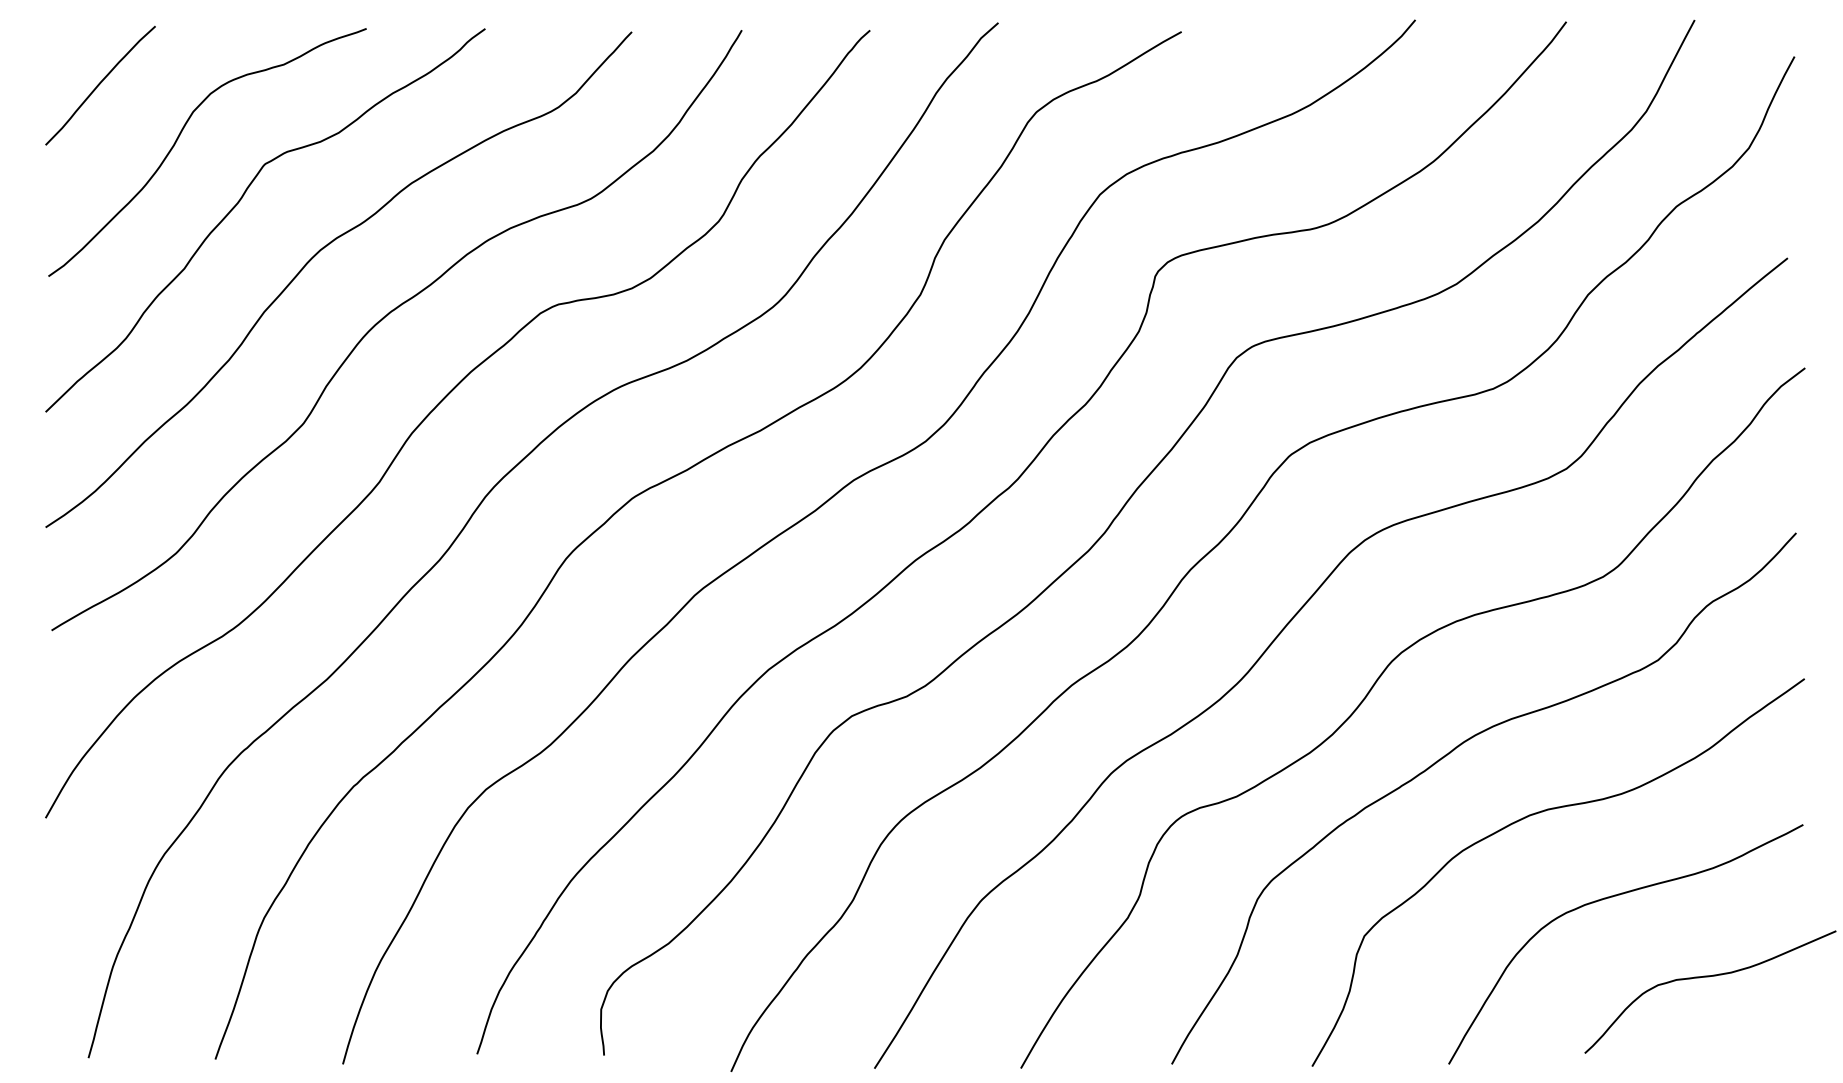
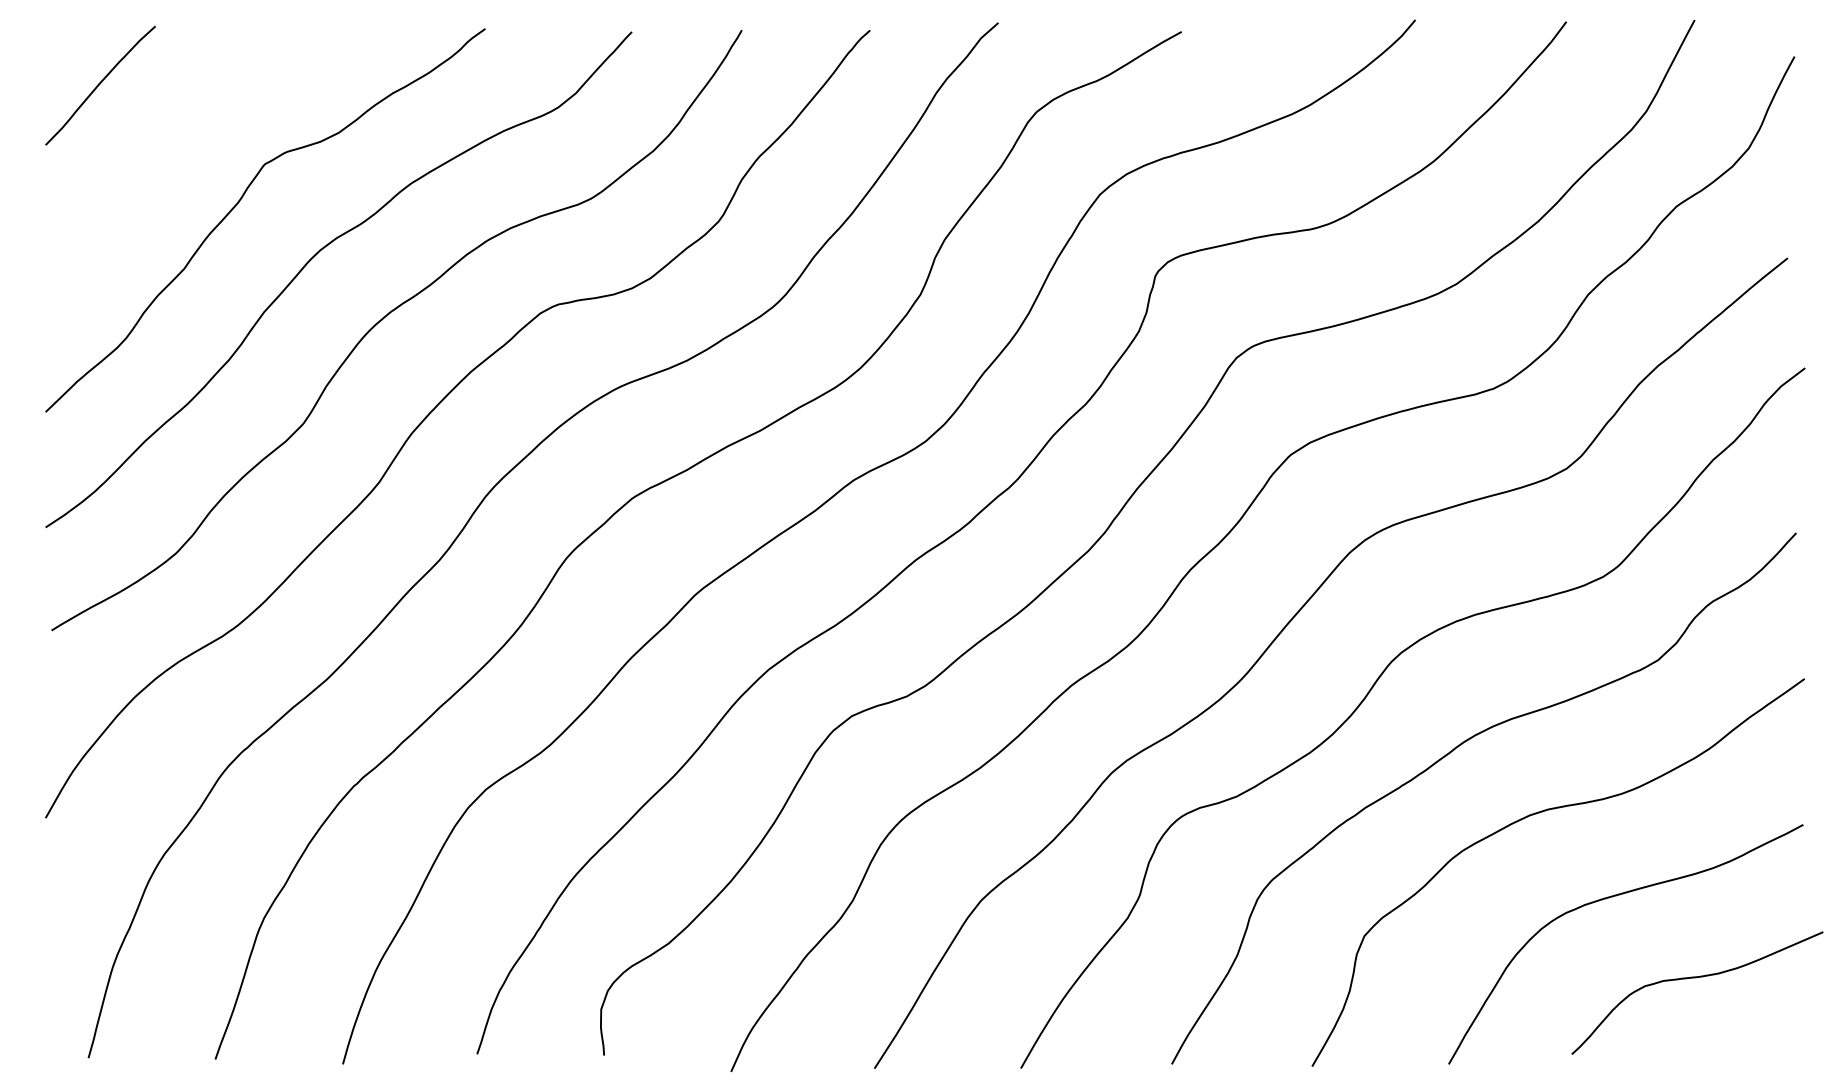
curve at (179, 137): present -> none
curve at (1709, 977) position: (1709, 977) -> (1696, 978)
